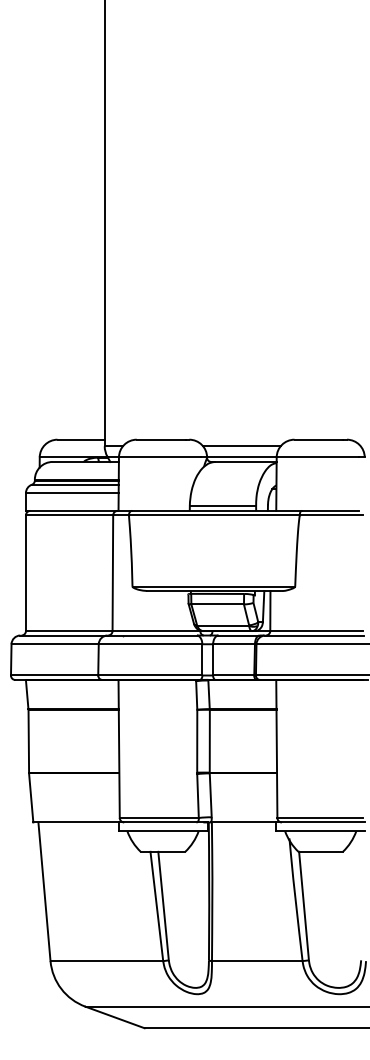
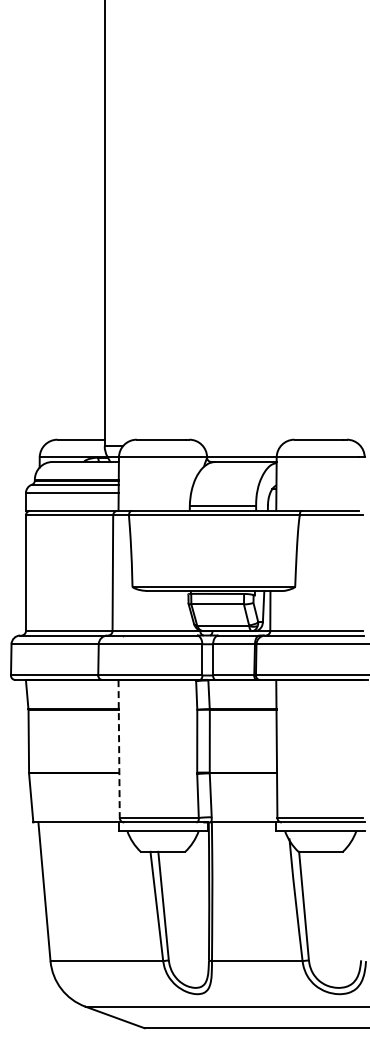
line at (241, 446): present -> none
line at (119, 749): solid -> dashed
